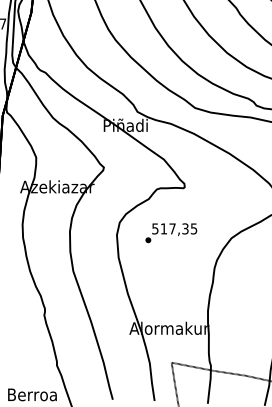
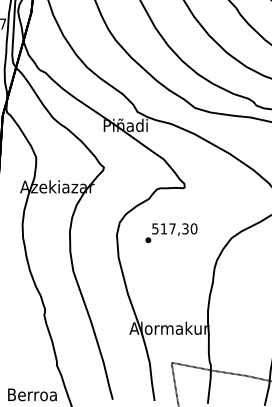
text at (193, 228): 517,35 -> 517,30
